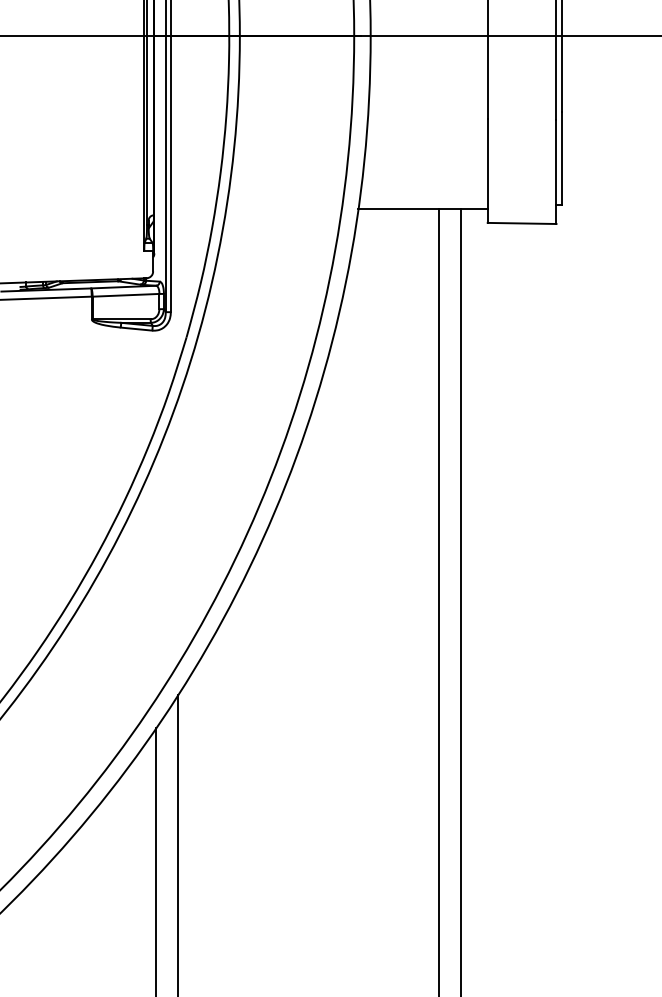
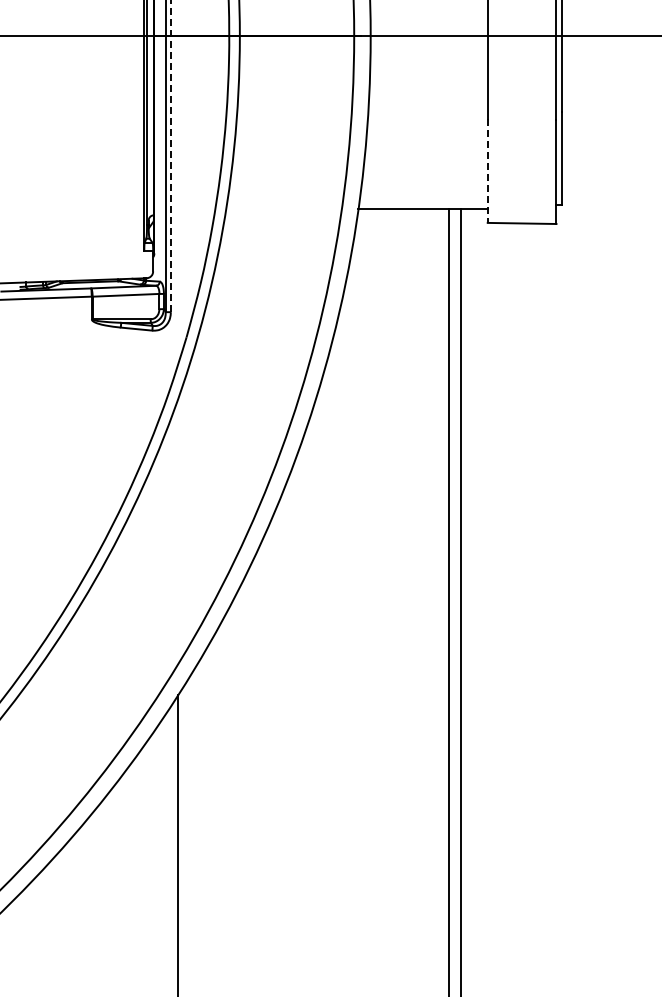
line at (170, 156): solid -> dashed
line at (487, 171): solid -> dashed
line at (439, 601) position: (439, 601) -> (449, 601)
line at (156, 860): present -> none
